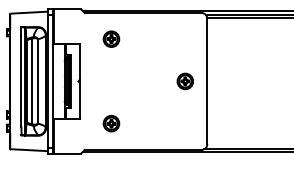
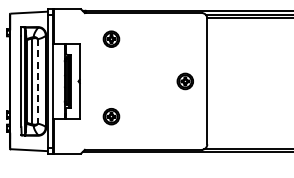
line at (38, 81): solid -> dashed
part at (111, 123) position: (111, 123) -> (111, 116)
